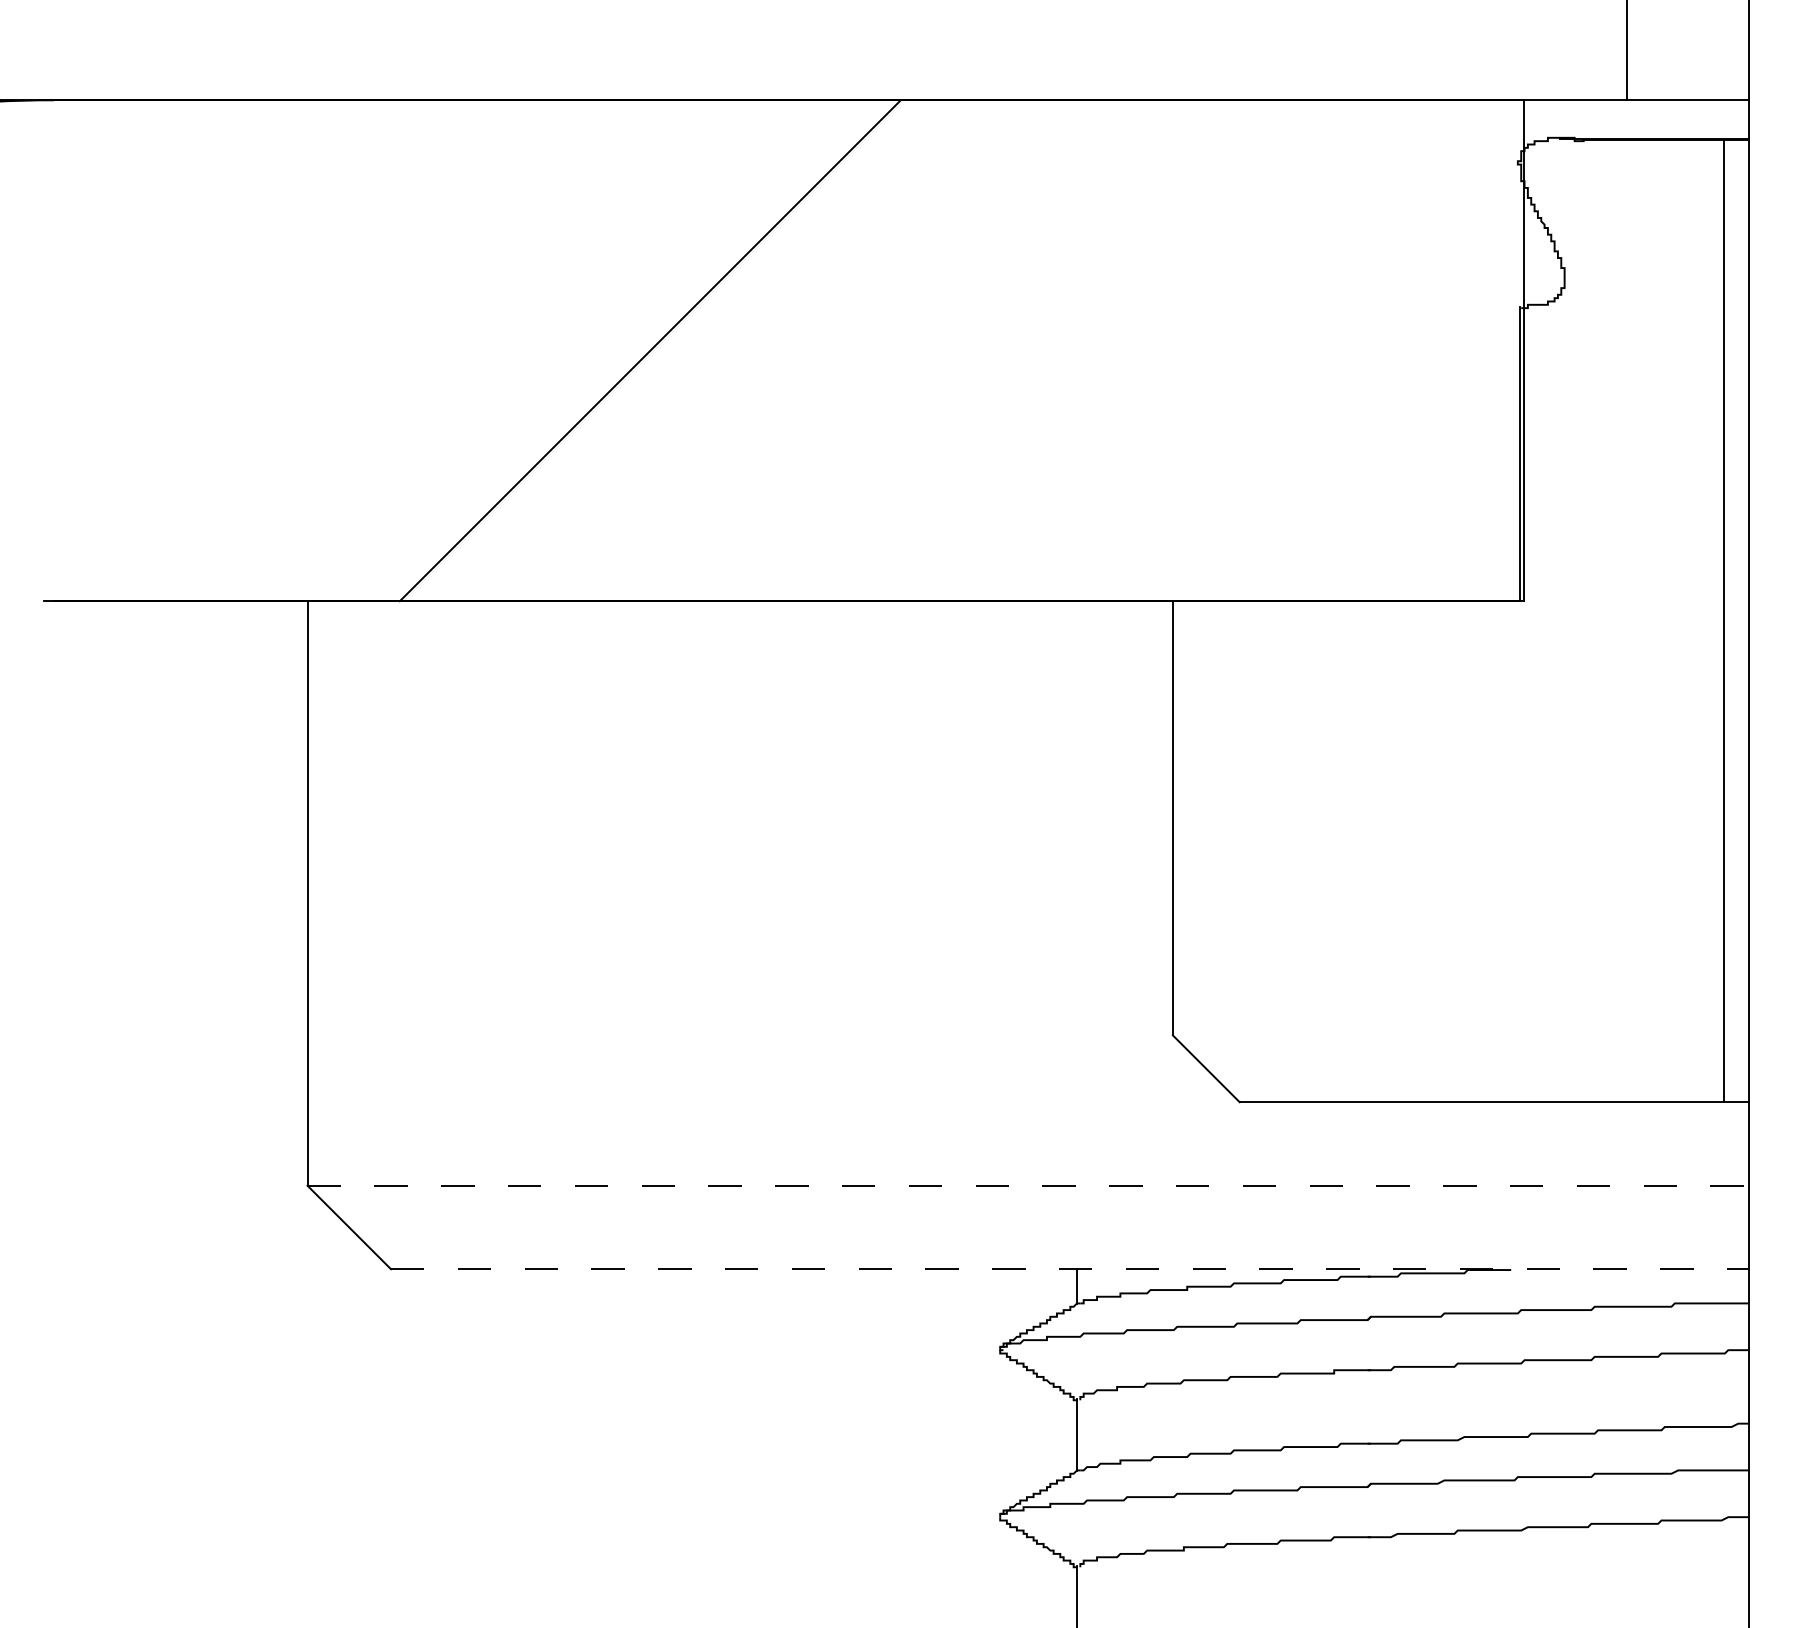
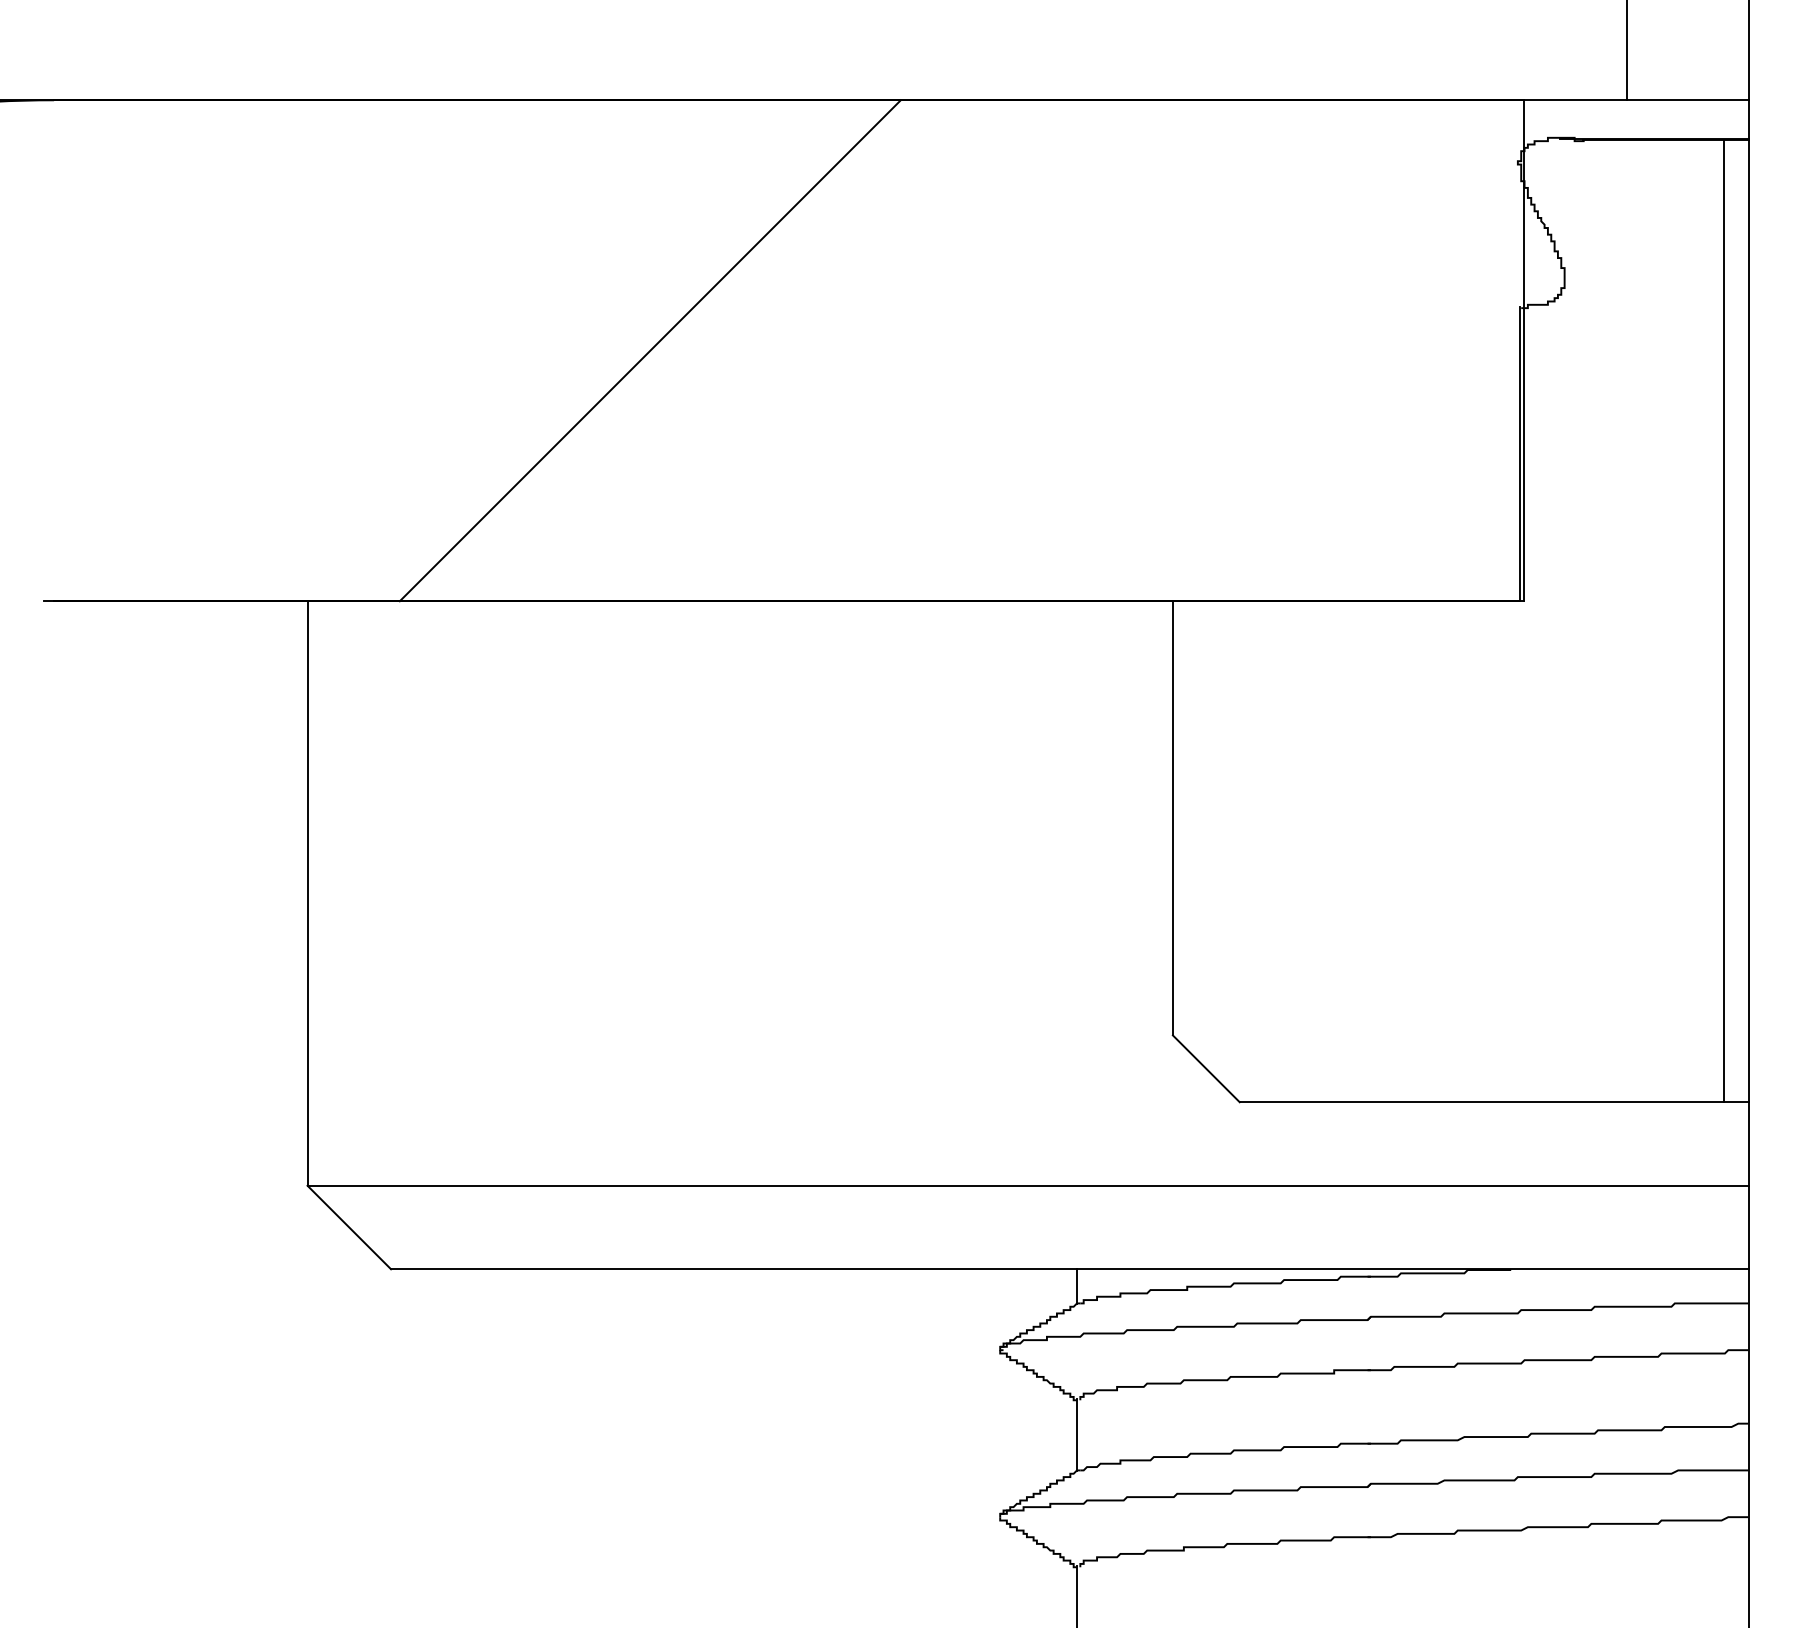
line at (1028, 1185): dashed -> solid
line at (1069, 1269): dashed -> solid
